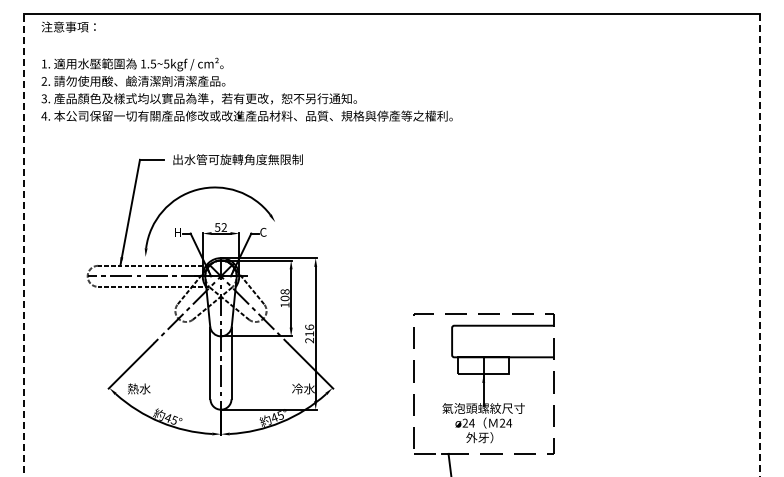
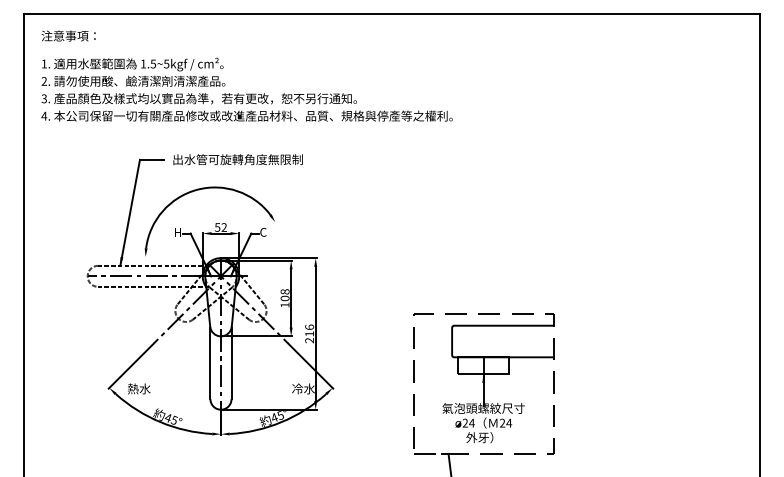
text at (68, 26) position: (68, 26) -> (68, 35)
line at (23, 245): dashed -> solid
line at (760, 246): dashed -> solid
